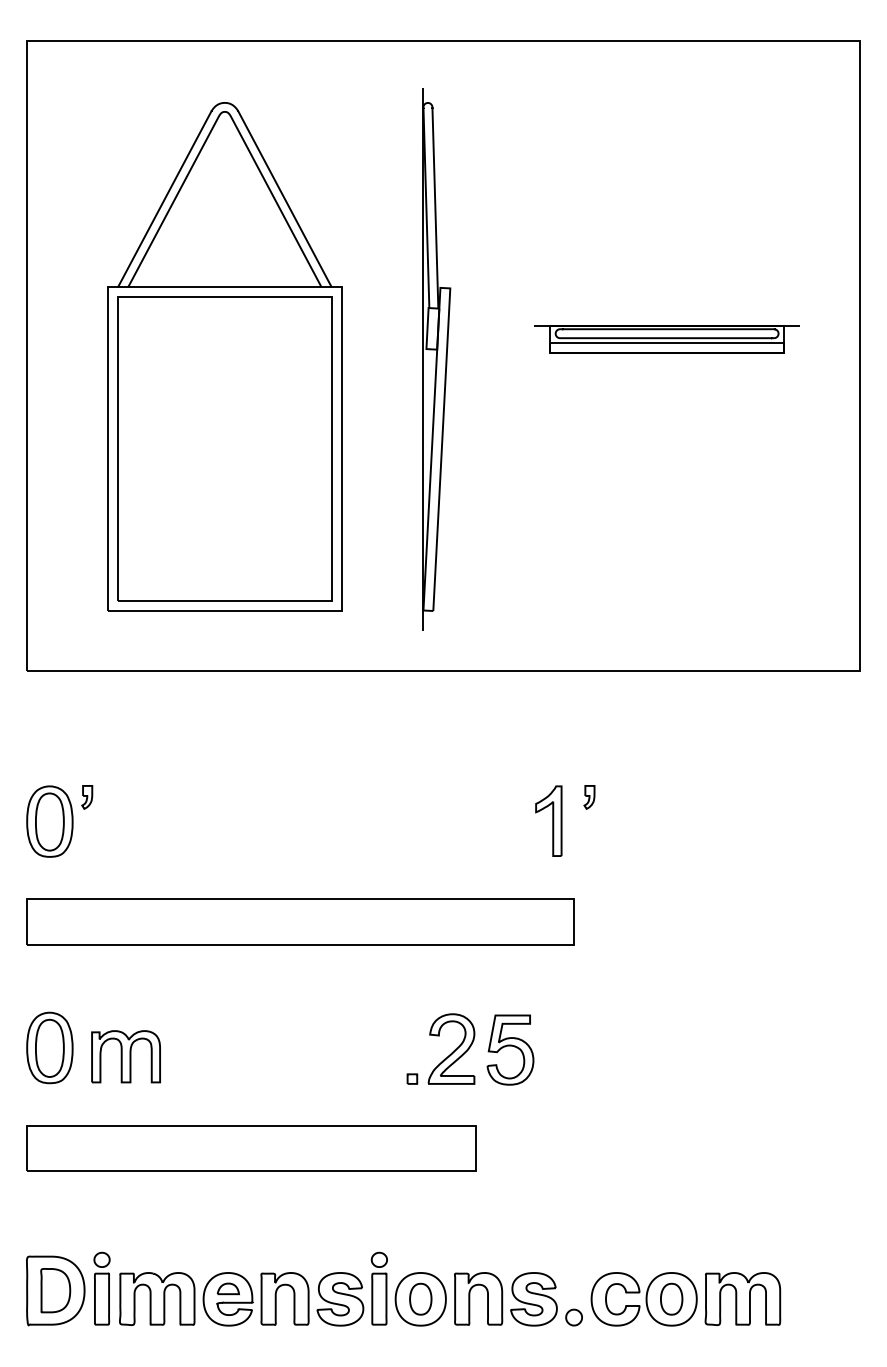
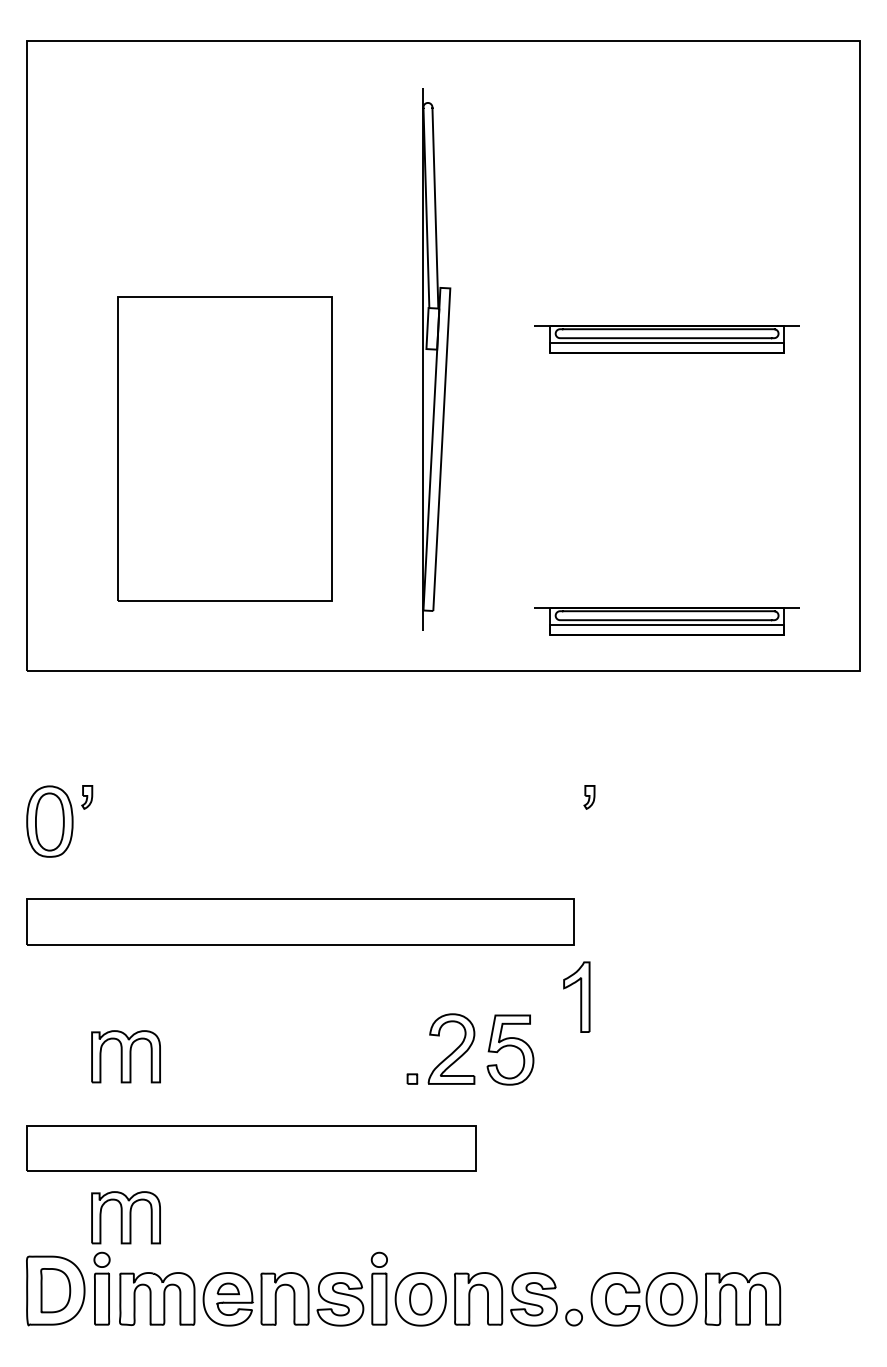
part at (224, 356): present -> none
part at (666, 621): none -> present
part at (548, 820) position: (548, 820) -> (576, 996)
part at (49, 1047): present -> none
part at (125, 1217): none -> present
